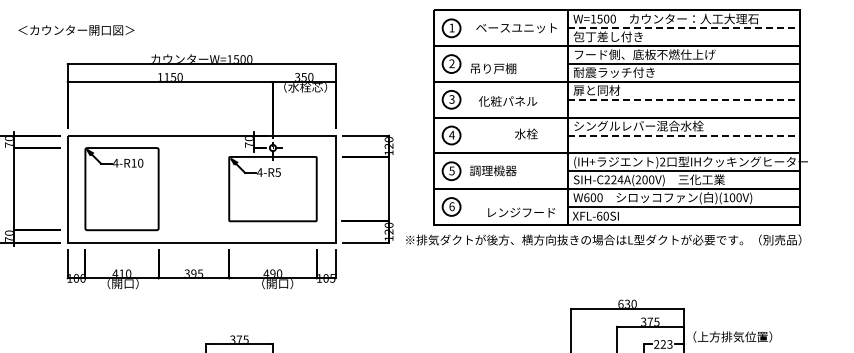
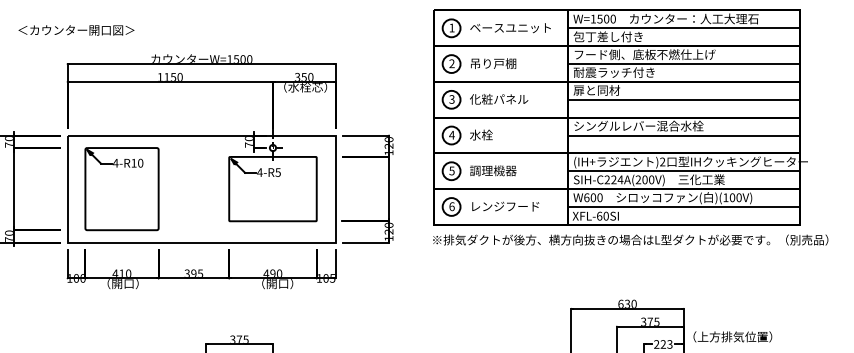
text at (516, 28) position: (516, 28) -> (510, 28)
line at (684, 28): dashed -> solid
text at (493, 68) position: (493, 68) -> (493, 63)
line at (684, 99): dashed -> solid
text at (508, 101) position: (508, 101) -> (499, 99)
text at (526, 133) position: (526, 133) -> (481, 134)
line at (684, 135): dashed -> solid
text at (521, 212) position: (521, 212) -> (505, 206)
text at (603, 239) position: (603, 239) -> (630, 239)
